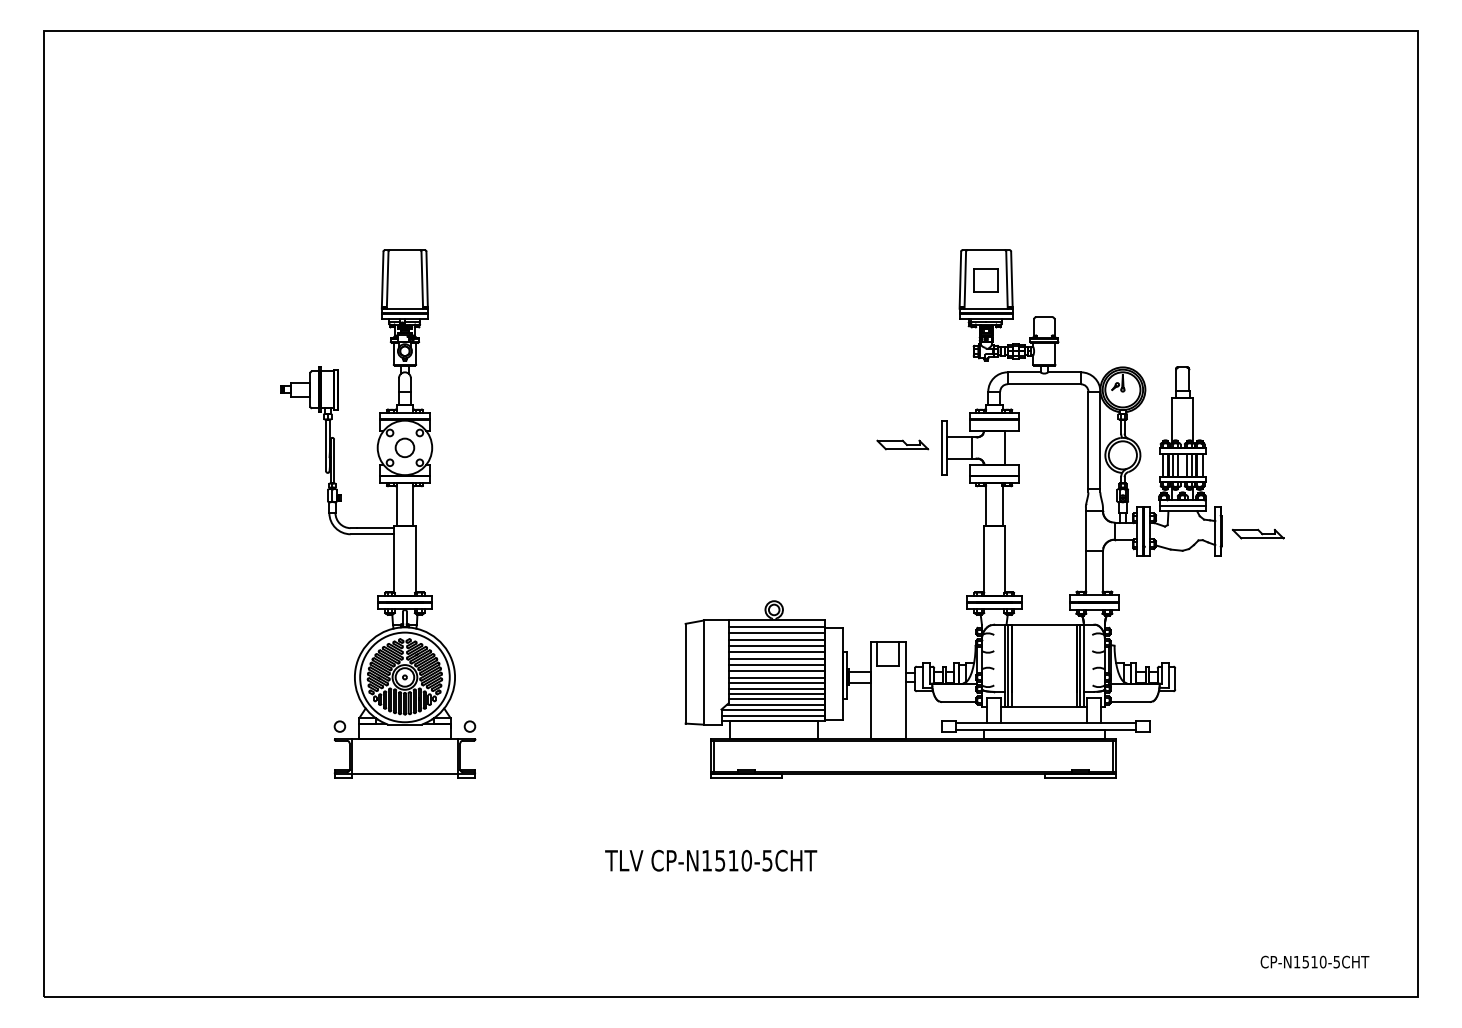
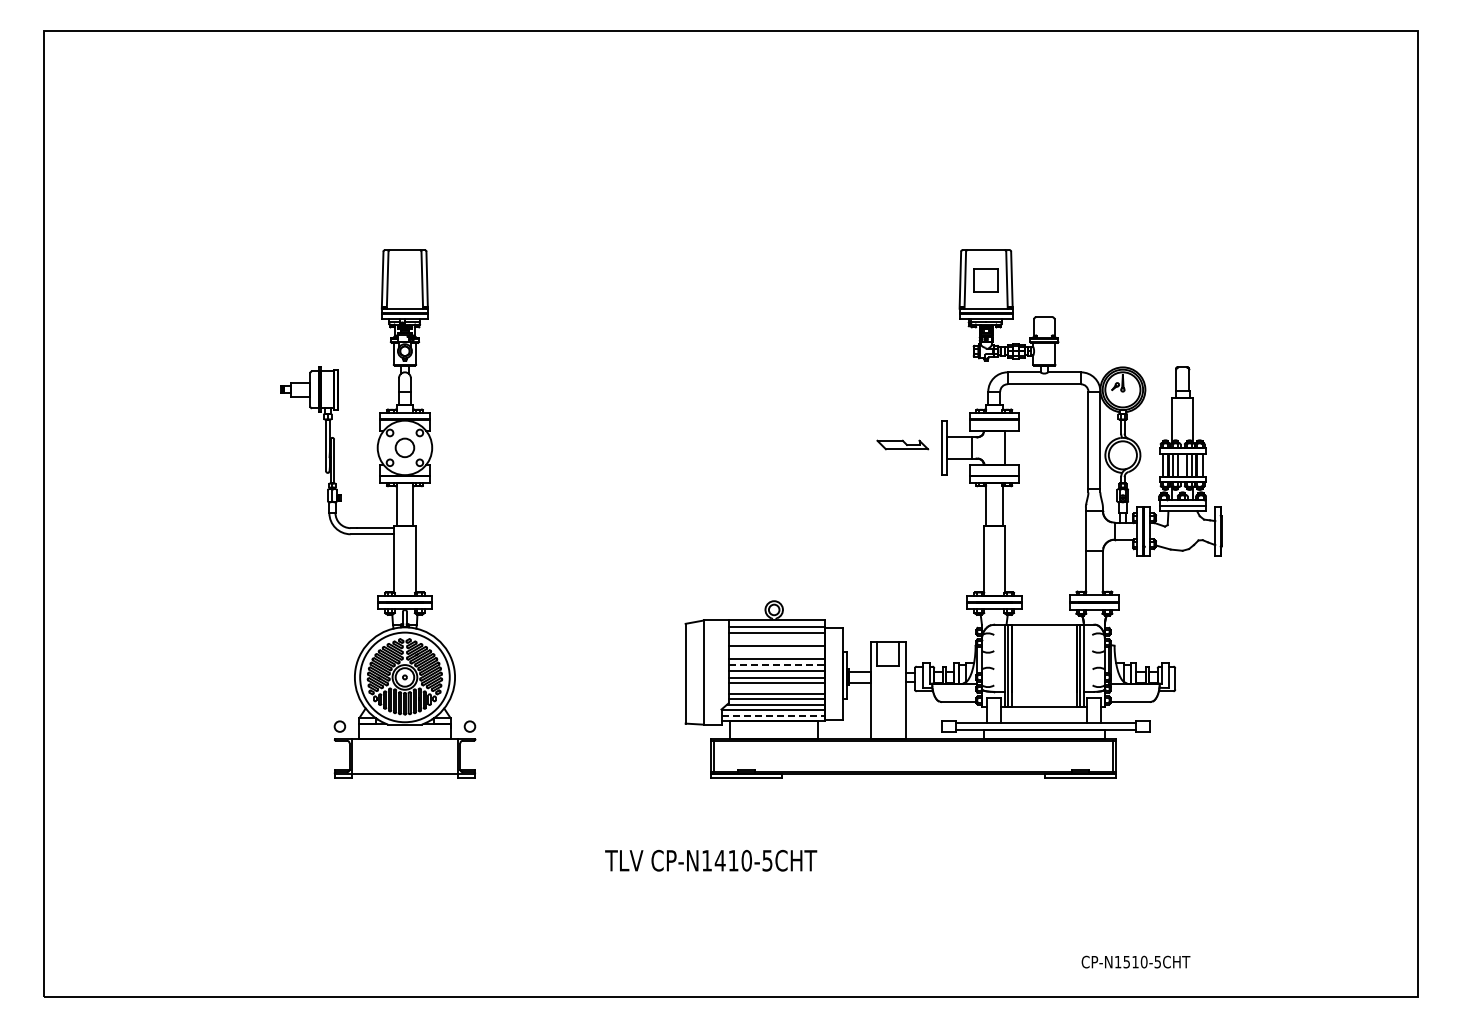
part at (1258, 533): present -> none
line at (776, 639): present -> none
line at (776, 652): present -> none
line at (777, 664): solid -> dashed
line at (776, 688): present -> none
line at (773, 715): solid -> dashed
text at (719, 860): CP-N1510-5CHT -> CP-N1410-5CHT
text at (1314, 961) position: (1314, 961) -> (1135, 961)
